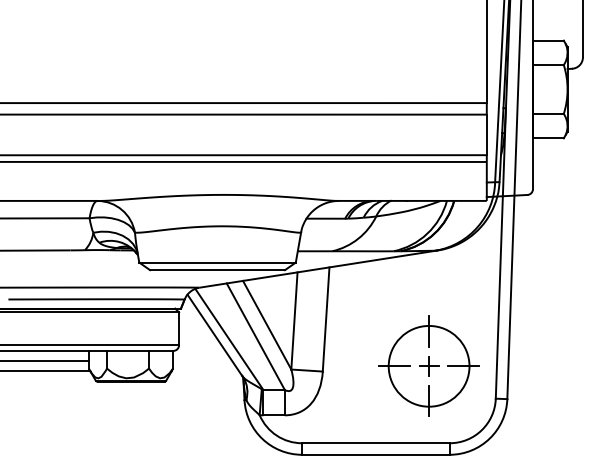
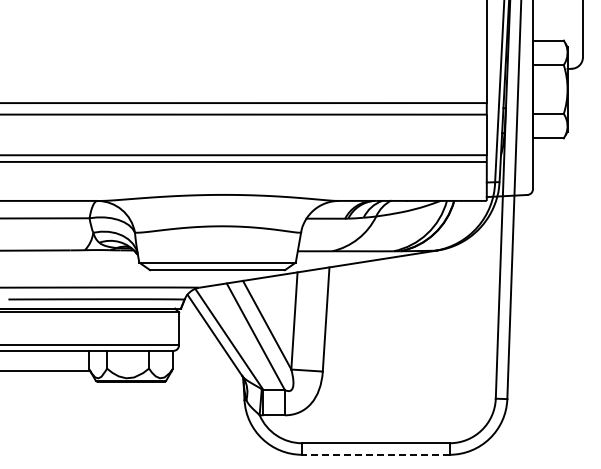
line at (45, 360): present -> none
part at (428, 365): present -> none
line at (375, 454): solid -> dashed
